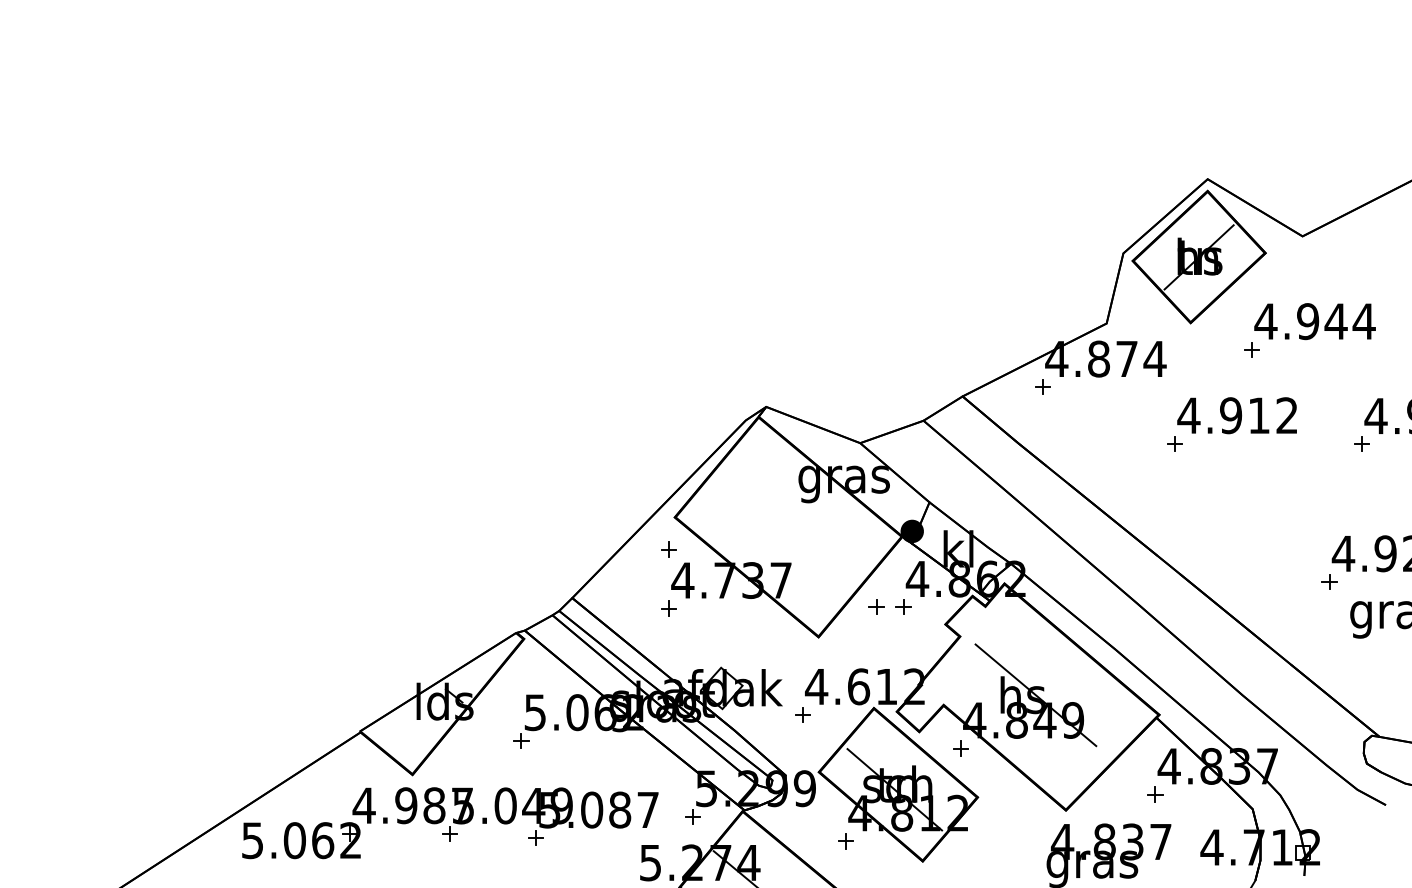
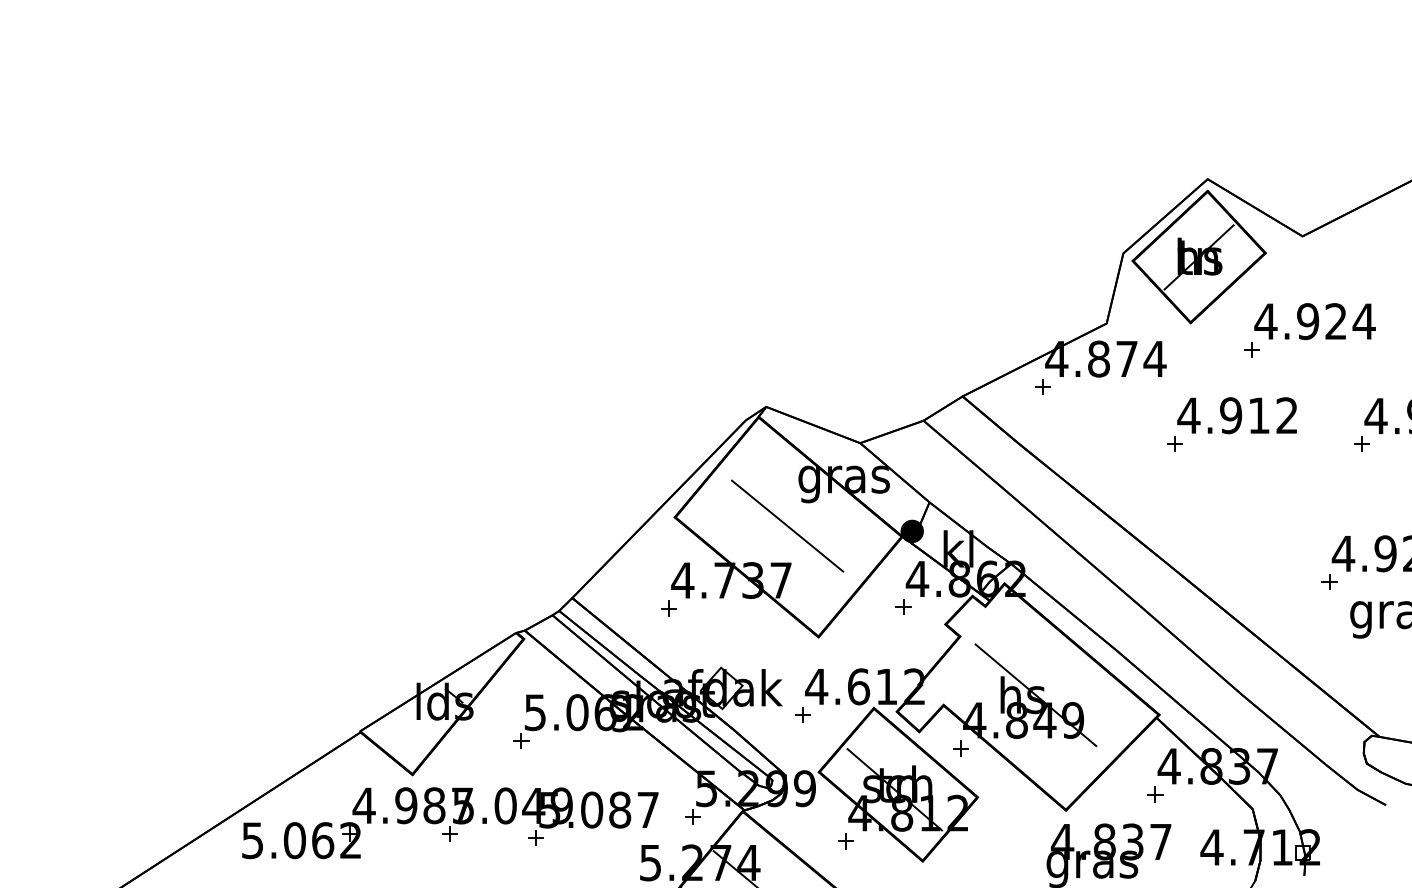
text at (1335, 321): 4.944 -> 4.924
line at (787, 525): none -> present
part at (668, 549): present -> none
part at (876, 606): present -> none
